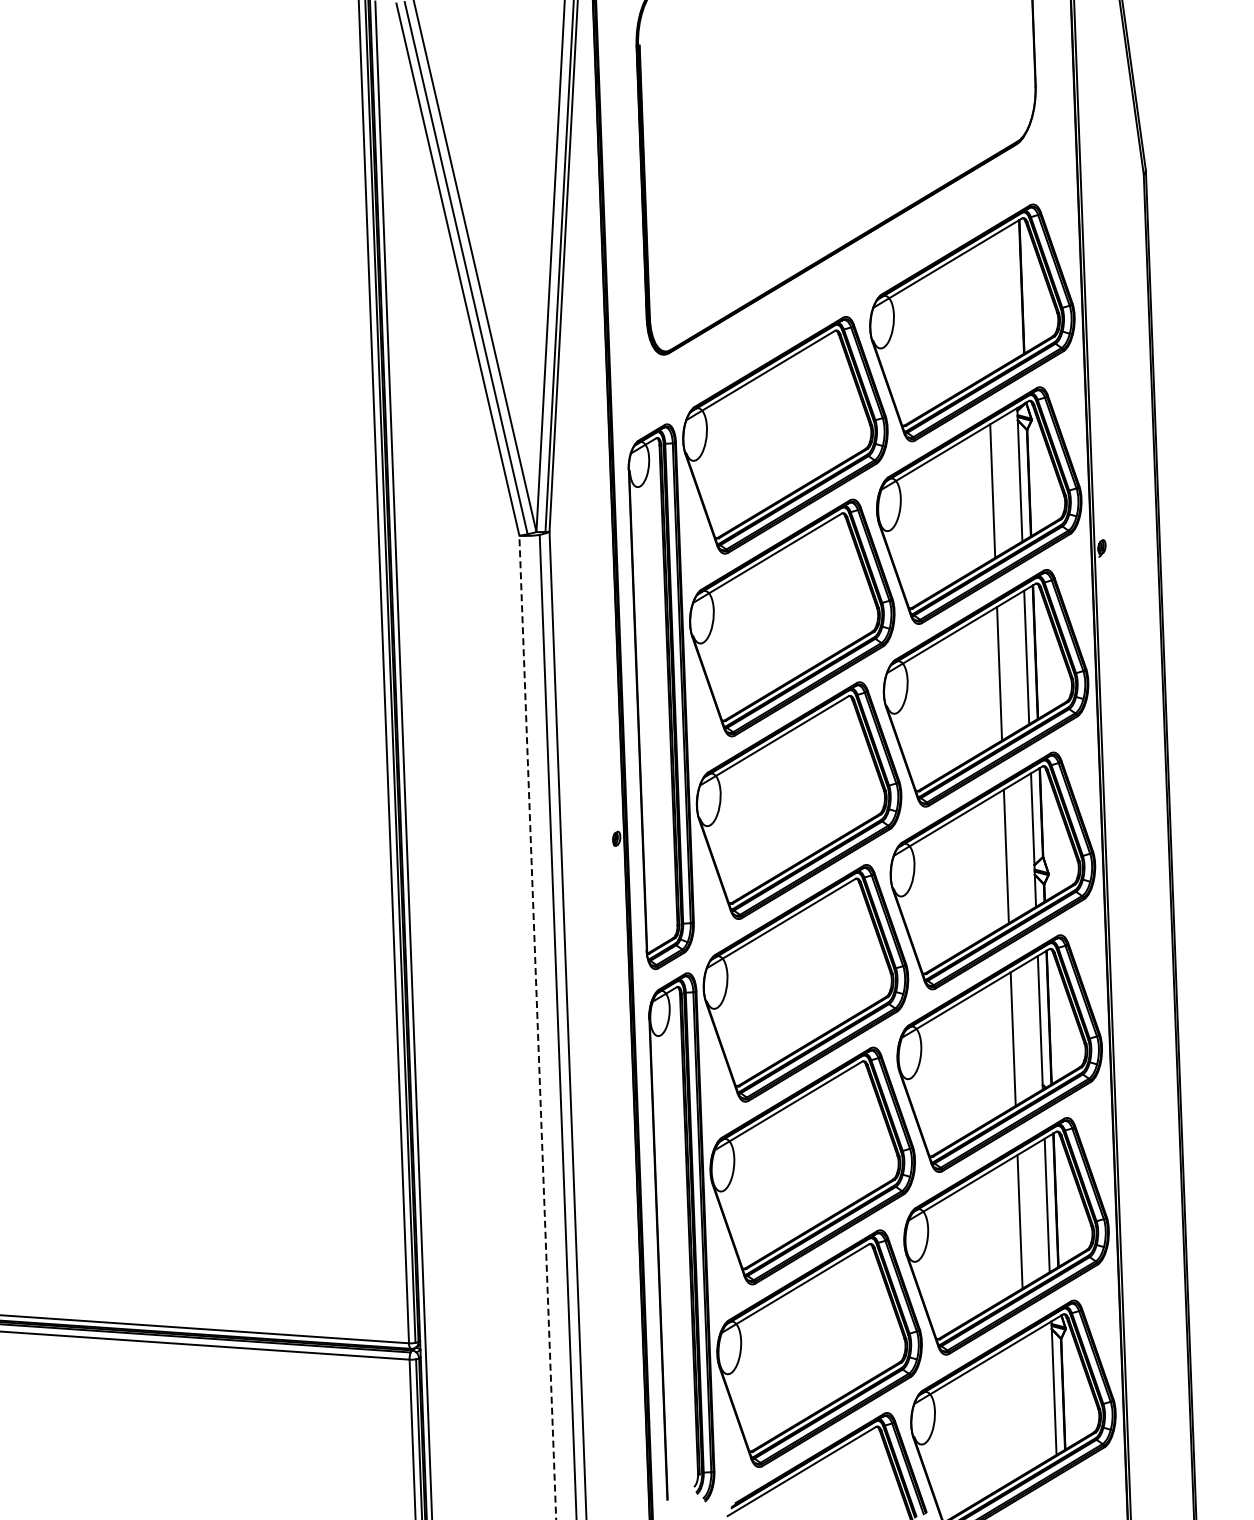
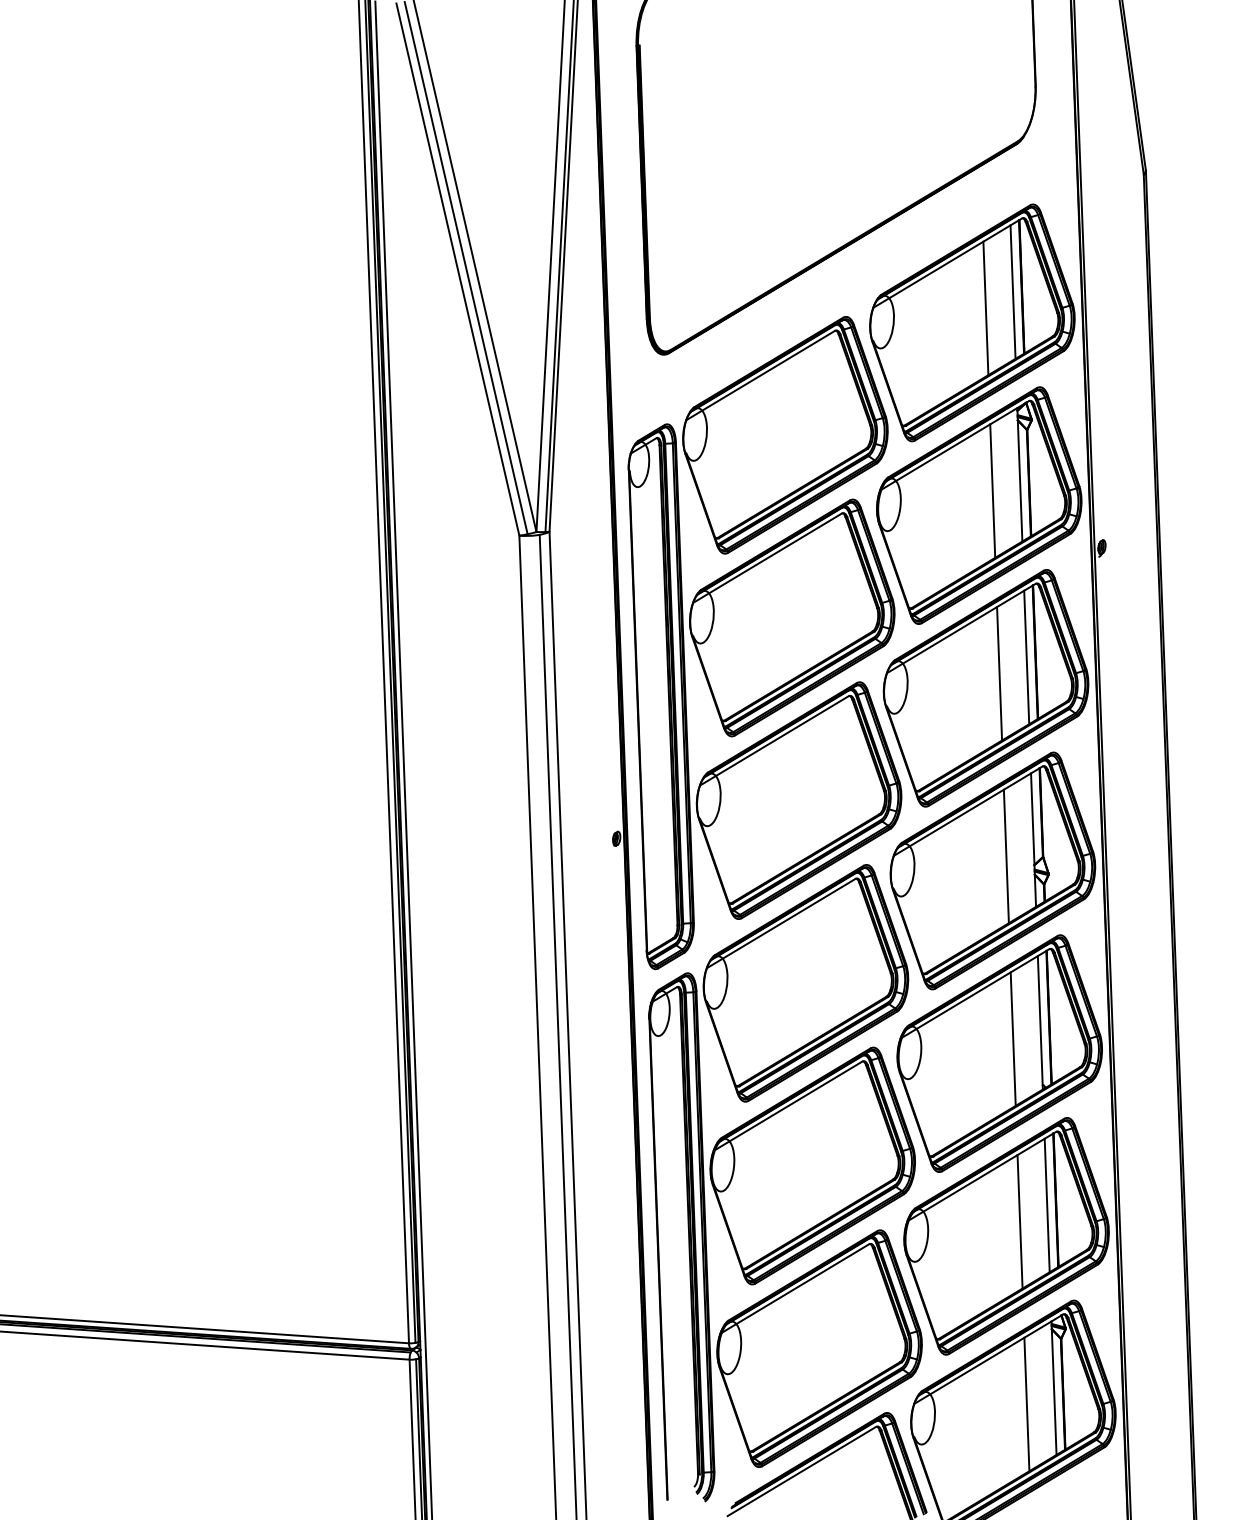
line at (1012, 291): none -> present
line at (985, 308): none -> present
line at (537, 1027): dashed -> solid
line at (1026, 1404): none -> present
